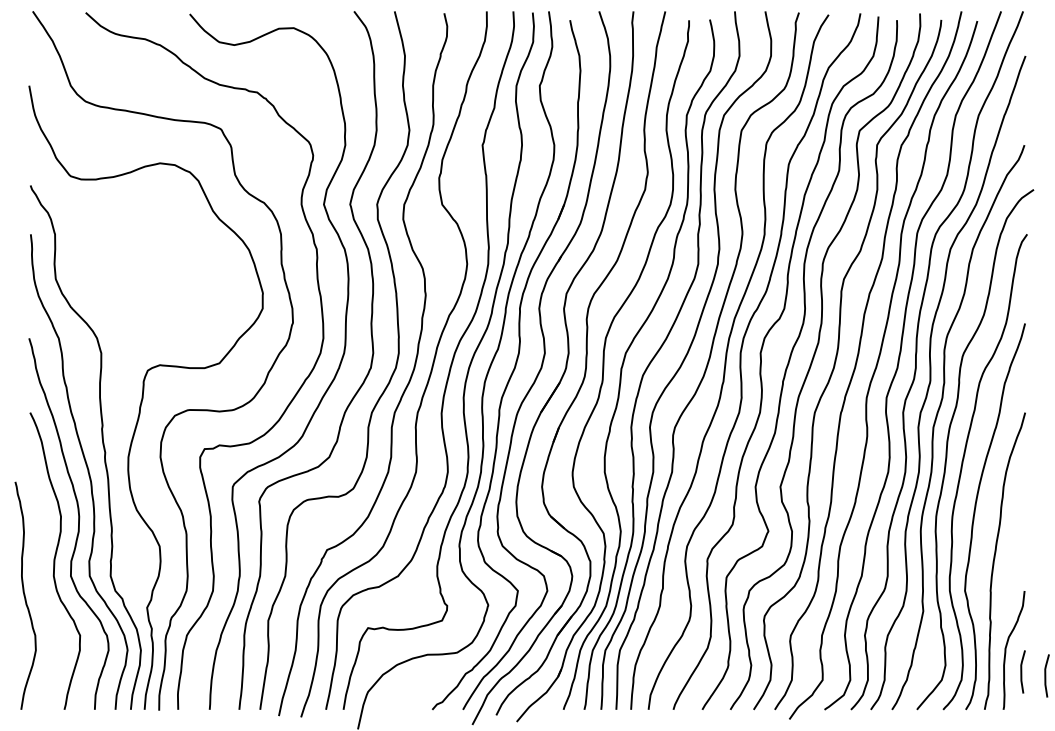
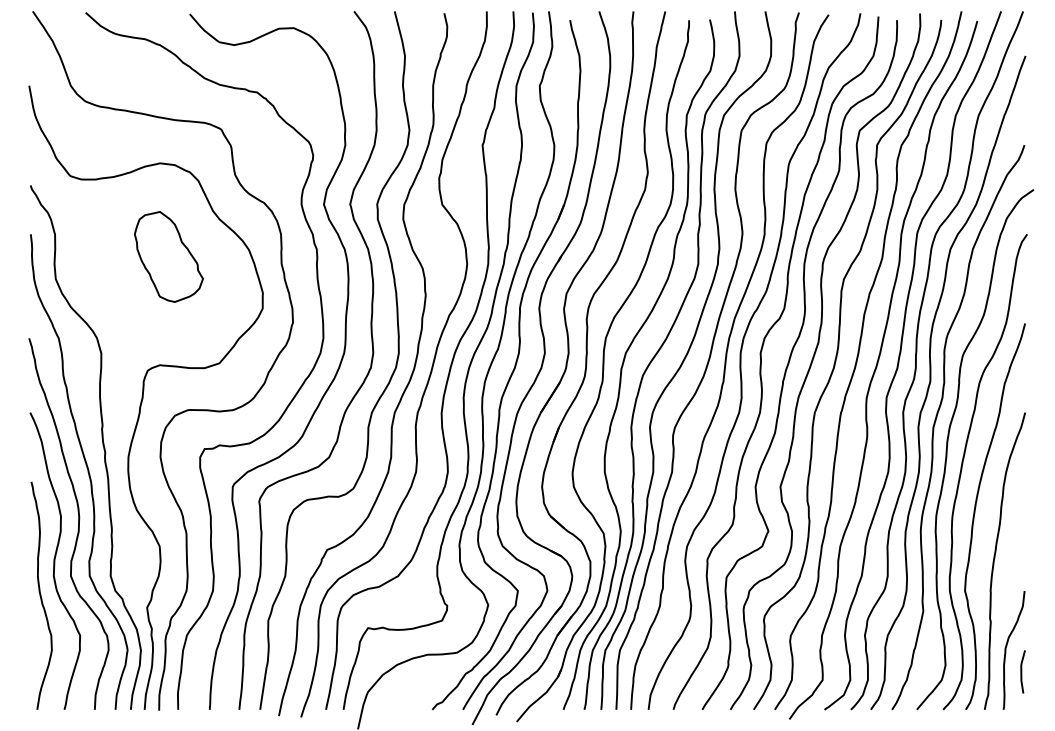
part at (168, 256): none -> present
curve at (25, 595) position: (25, 595) -> (41, 595)
line at (1046, 675): present -> none
